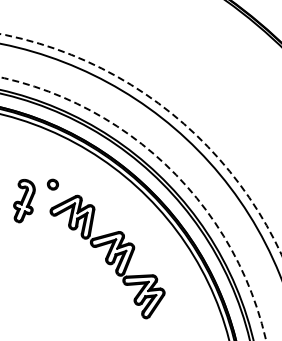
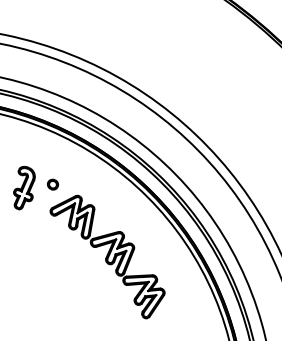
arc at (168, 111): dashed -> solid
arc at (170, 169): dashed -> solid
part at (24, 201) position: (24, 201) -> (24, 188)
